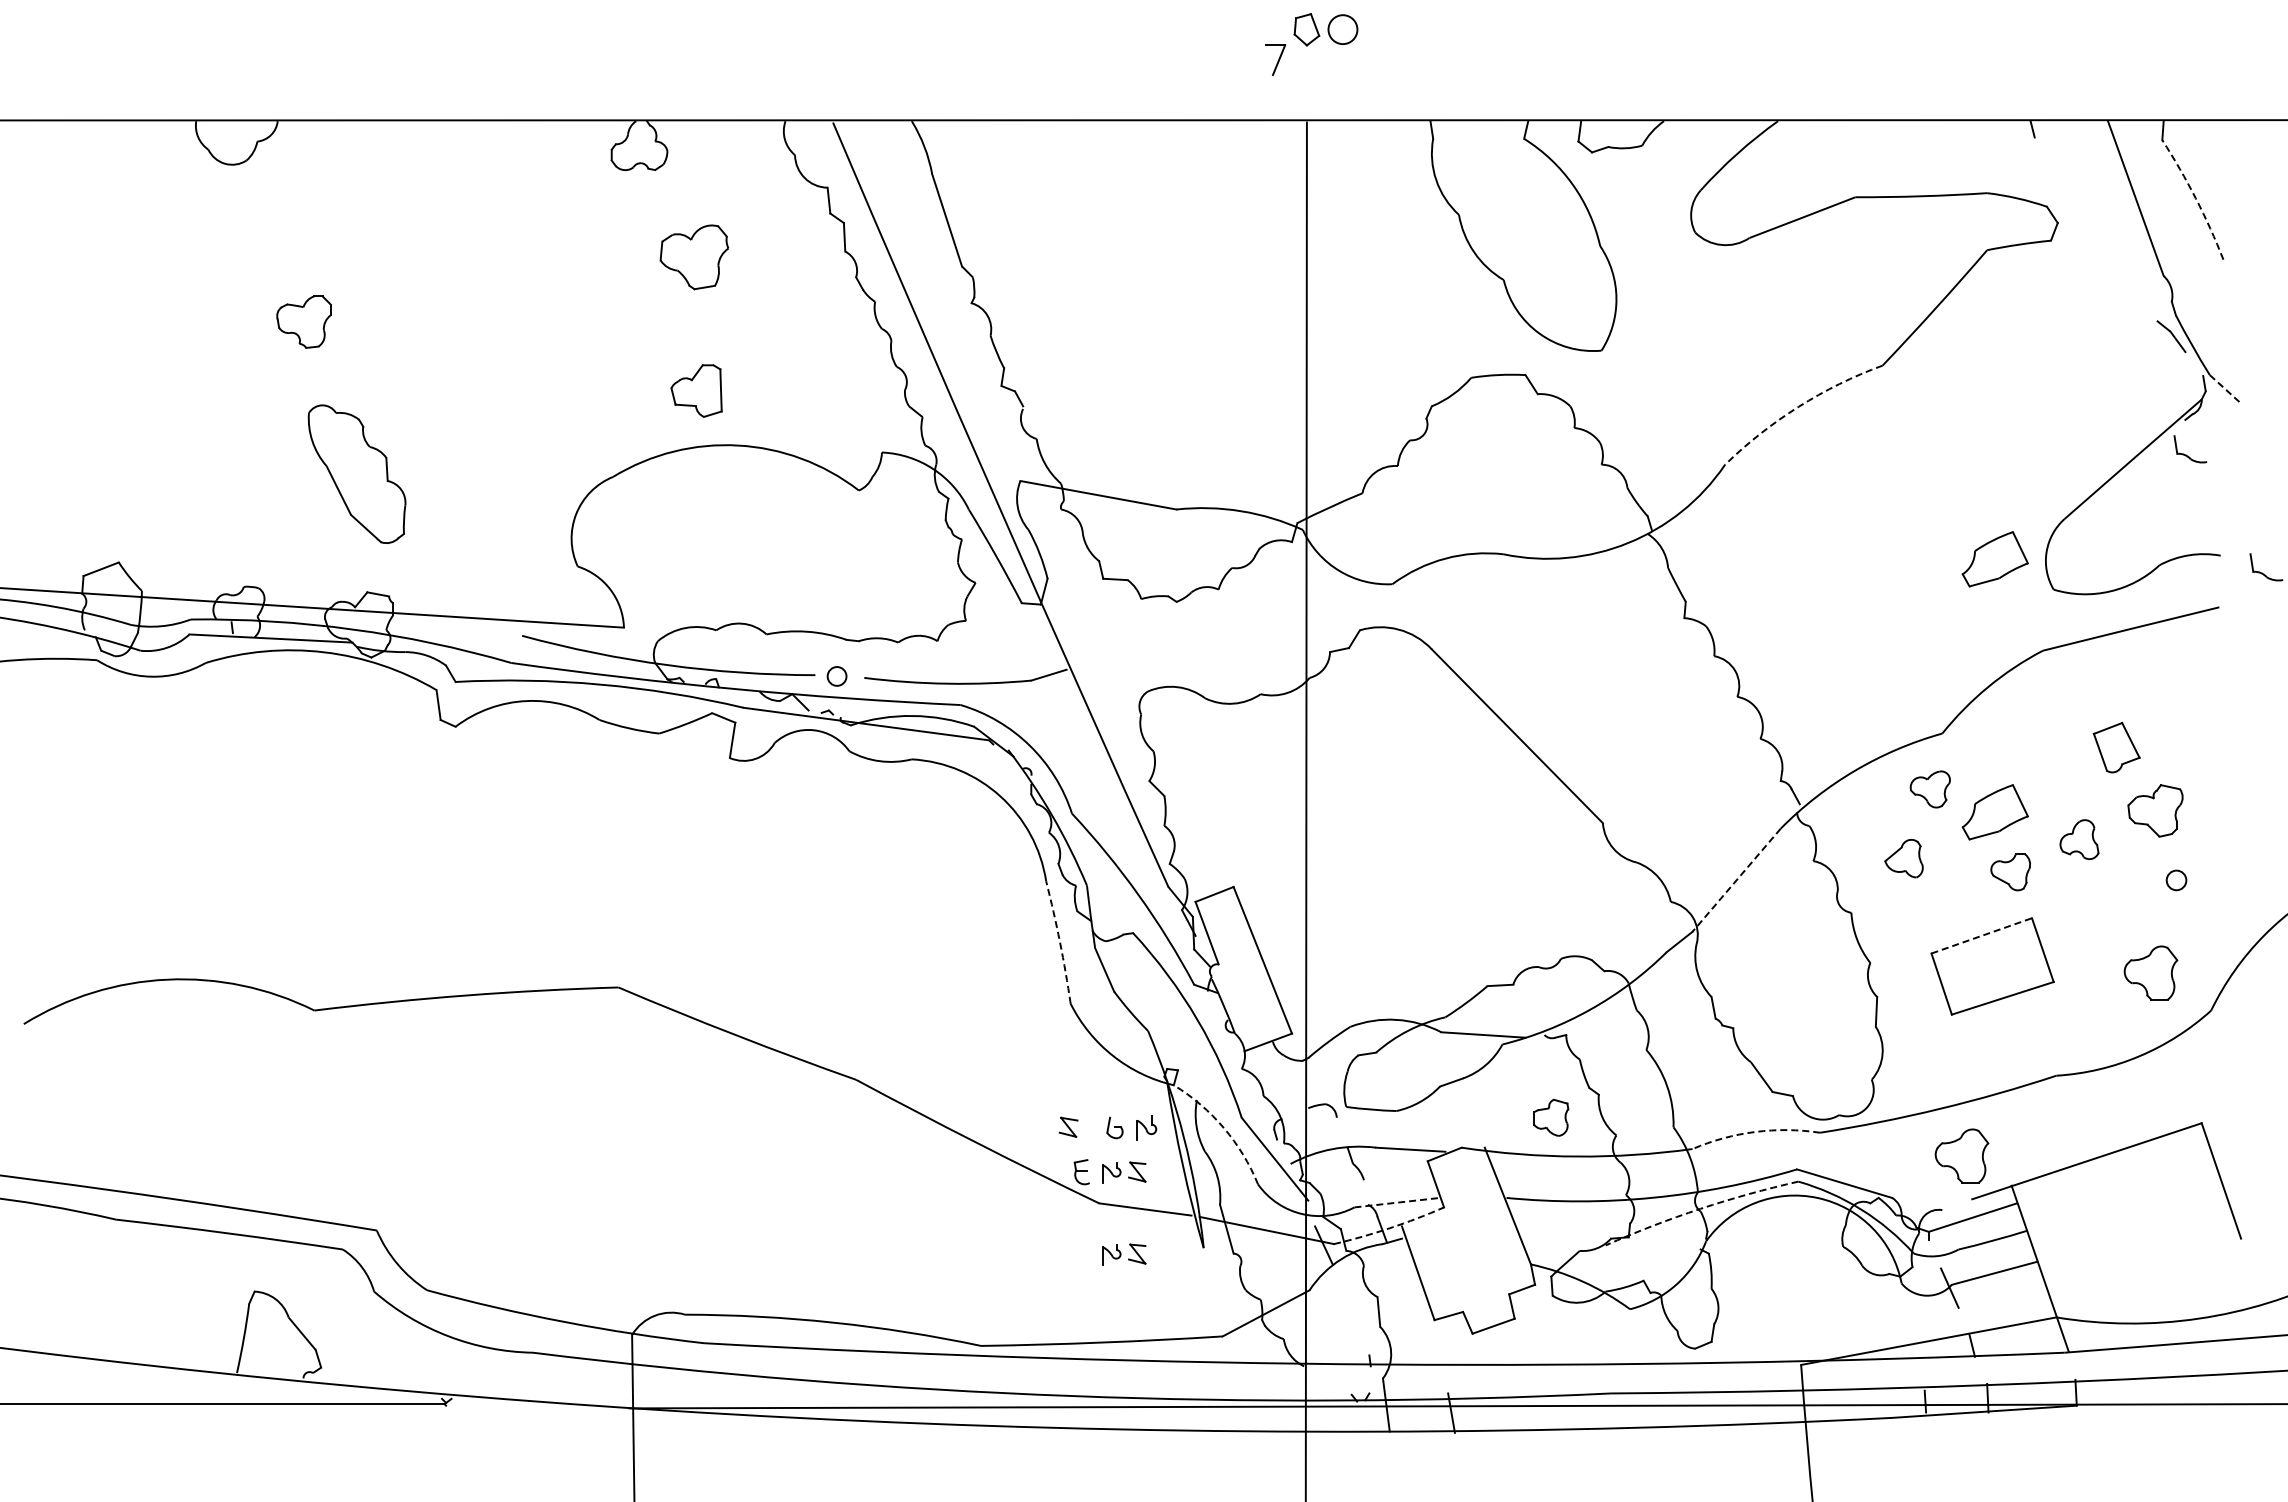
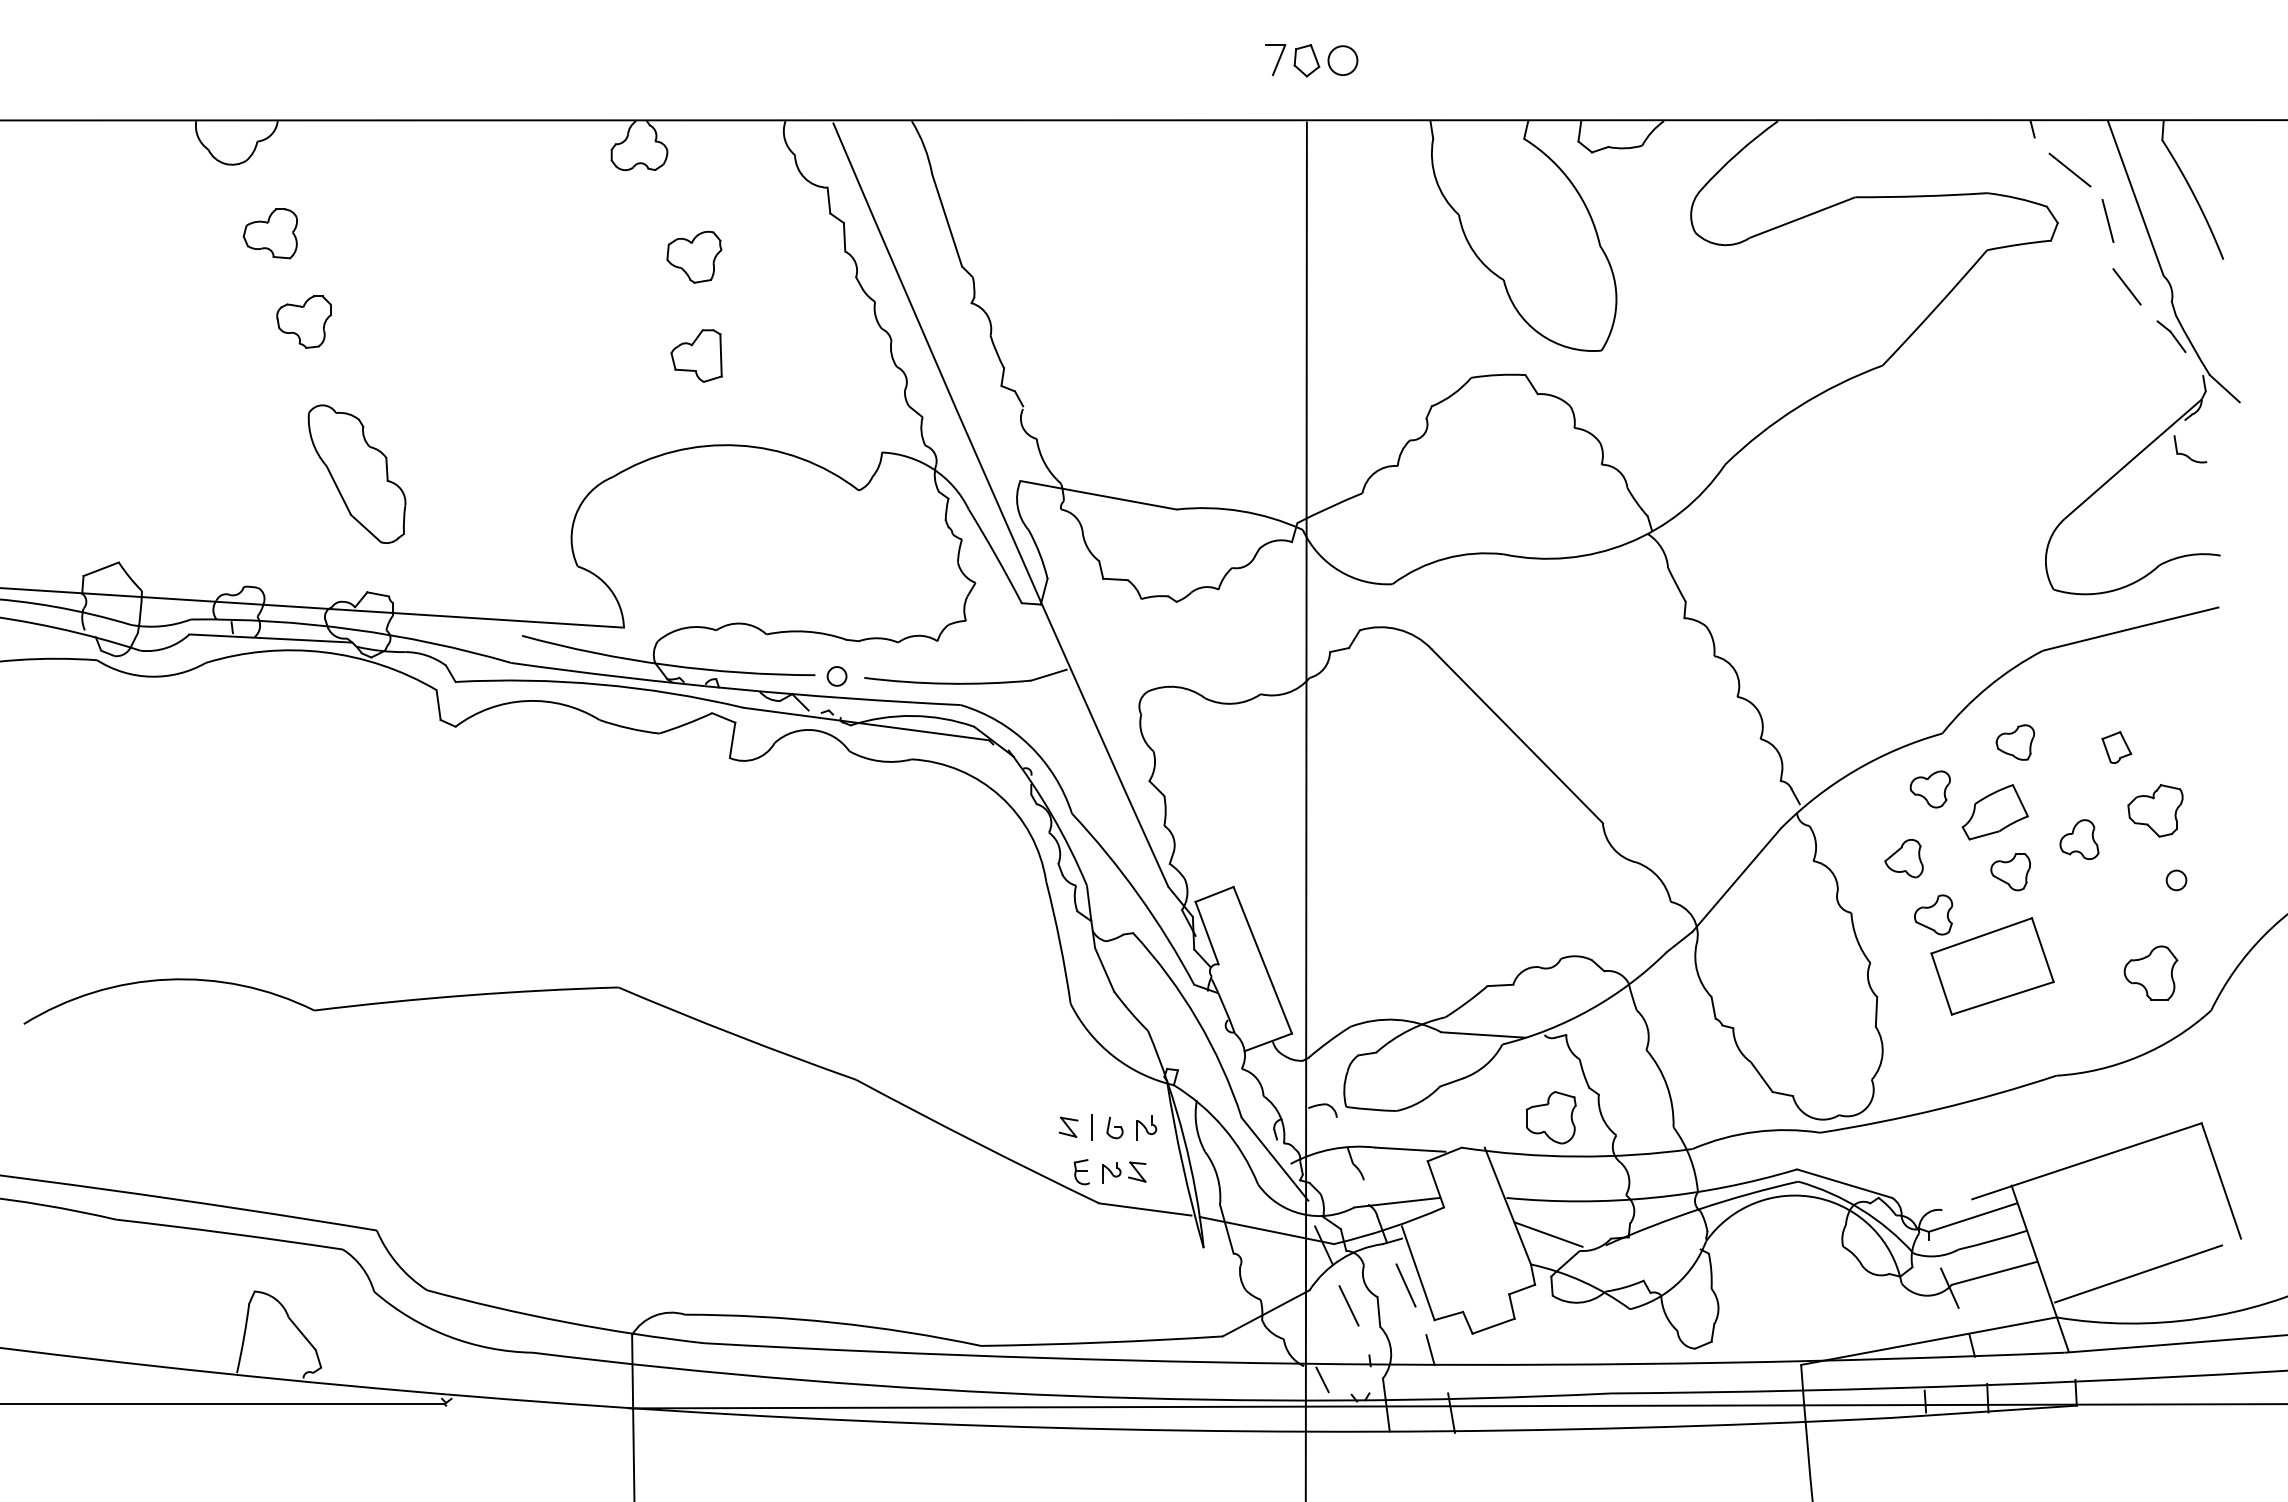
part at (1325, 29) position: (1325, 29) -> (1325, 60)
line at (2069, 169): none -> present
arc at (2195, 198): dashed -> solid
line at (2107, 220): none -> present
part at (269, 233): none -> present
part at (694, 257) size: 71x67 px -> 57x54 px
line at (2126, 286): none -> present
line at (2225, 389): dashed -> solid
part at (696, 390) position: (696, 390) -> (696, 355)
arc at (1798, 406): dashed -> solid
part at (1994, 559): present -> none
part at (2262, 572): present -> none
part at (2015, 742): none -> present
part at (2116, 747) size: 49x53 px -> 32x33 px
line at (1736, 880): dashed -> solid
part at (1933, 914): none -> present
line at (1982, 935): dashed -> solid
arc at (1060, 942): dashed -> solid
part at (1551, 1117) size: 37x39 px -> 52x54 px
line at (1092, 1127): none -> present
arc at (1223, 1128): dashed -> solid
arc at (1755, 1131): dashed -> solid
part at (1961, 1155): present -> none
line at (1397, 1202): dashed -> solid
arc at (1700, 1208): dashed -> solid
arc at (1389, 1228): dashed -> solid
line at (1548, 1234): none -> present
part at (1124, 1254): present -> none
line at (2138, 1273): none -> present
line at (1405, 1285): none -> present
line at (1348, 1305): none -> present
line at (1430, 1349): none -> present
line at (1322, 1379): none -> present
